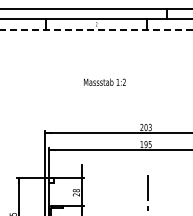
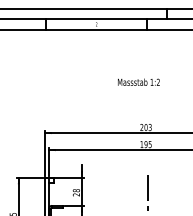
line at (95, 29): dashed -> solid
text at (104, 81) position: (104, 81) -> (138, 81)
